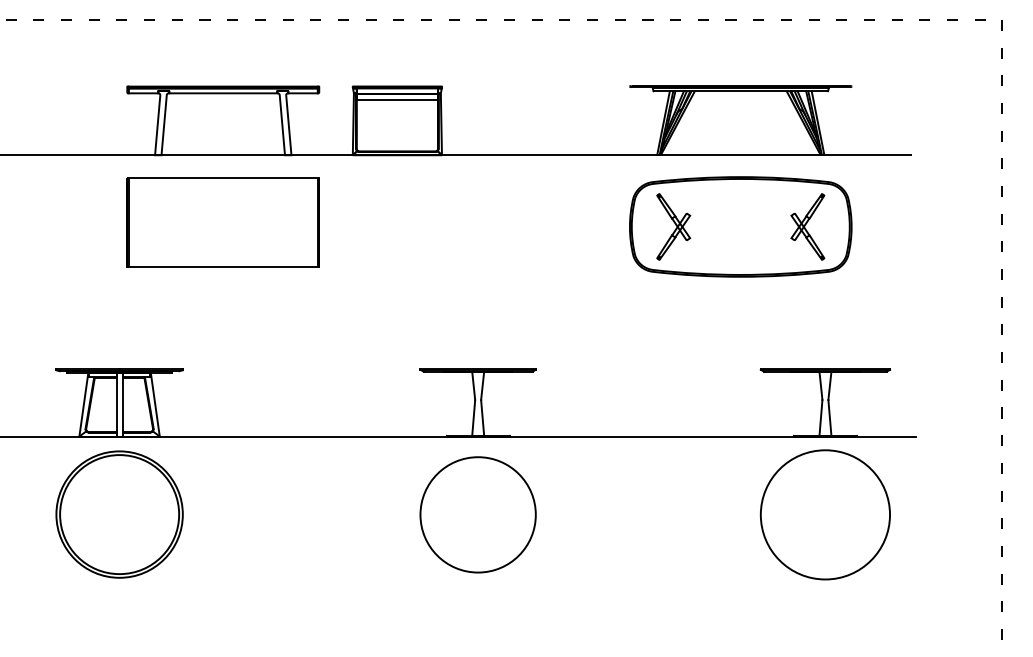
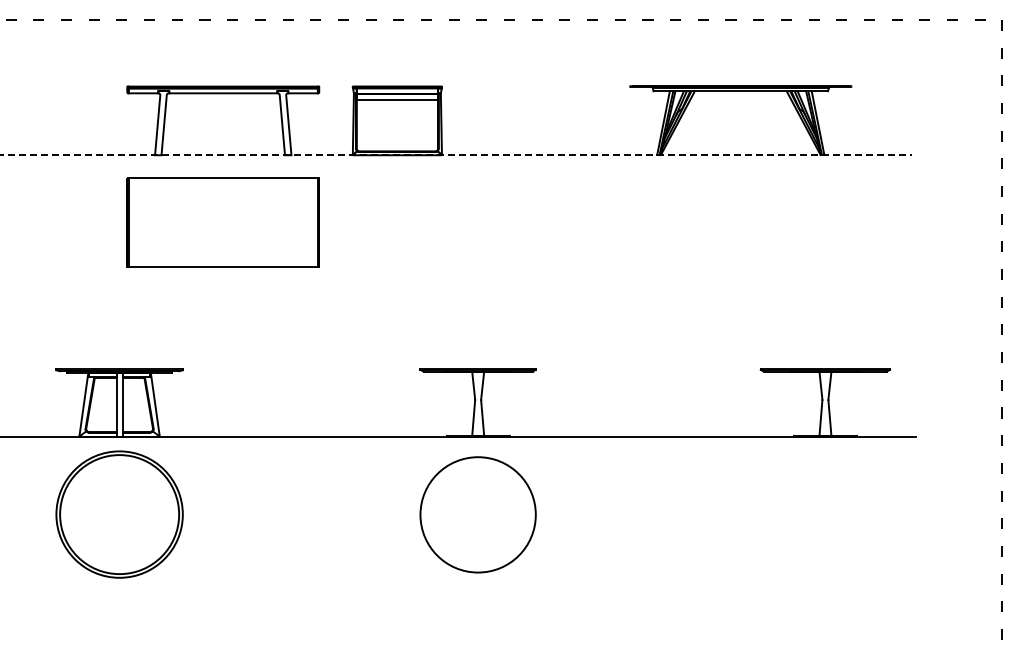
line at (456, 155): solid -> dashed
part at (740, 226): present -> none
part at (824, 514): present -> none
